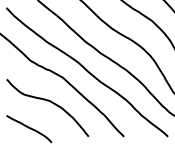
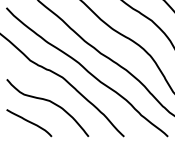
curve at (29, 128) position: (29, 128) -> (29, 122)
